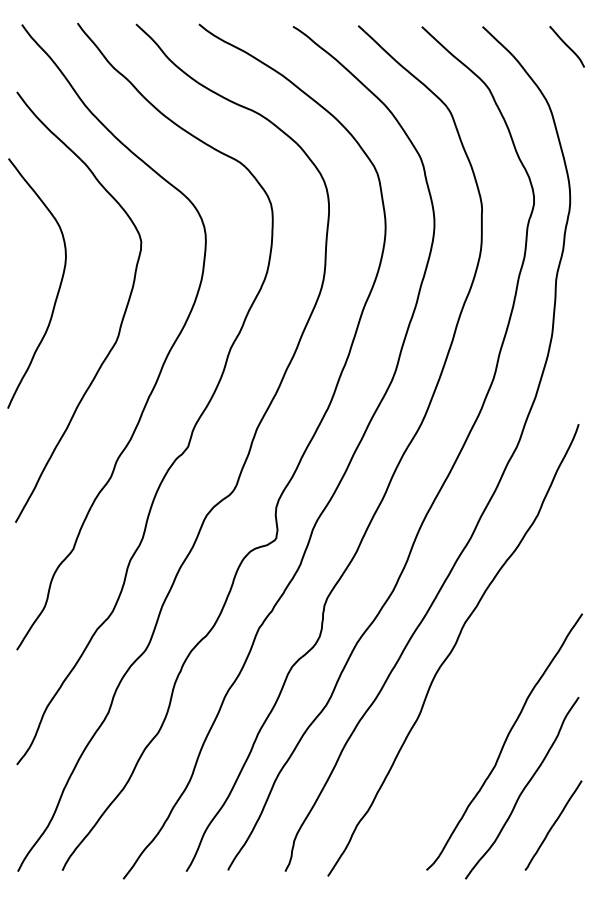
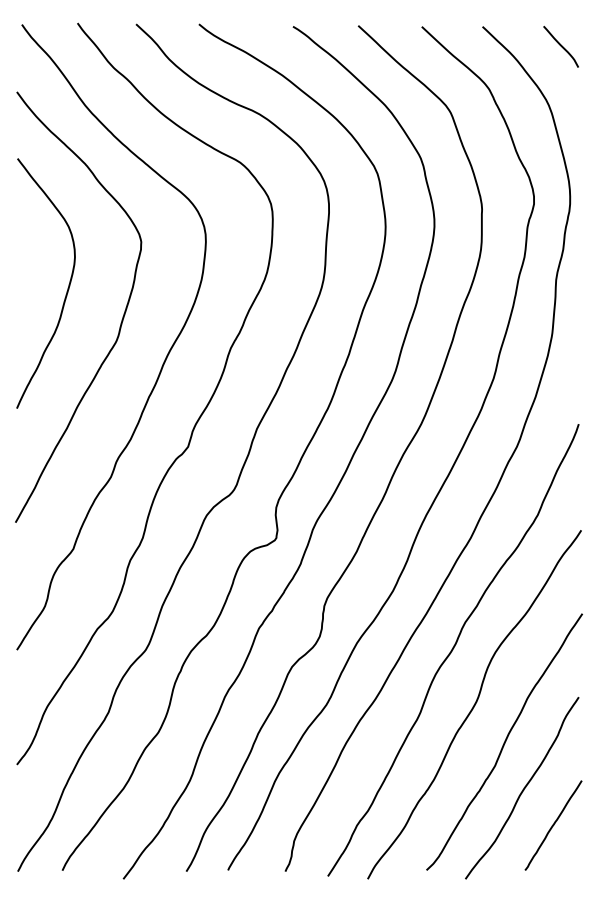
curve at (566, 46) position: (566, 46) -> (560, 46)
curve at (57, 291) position: (57, 291) -> (66, 291)
curve at (474, 704): none -> present
